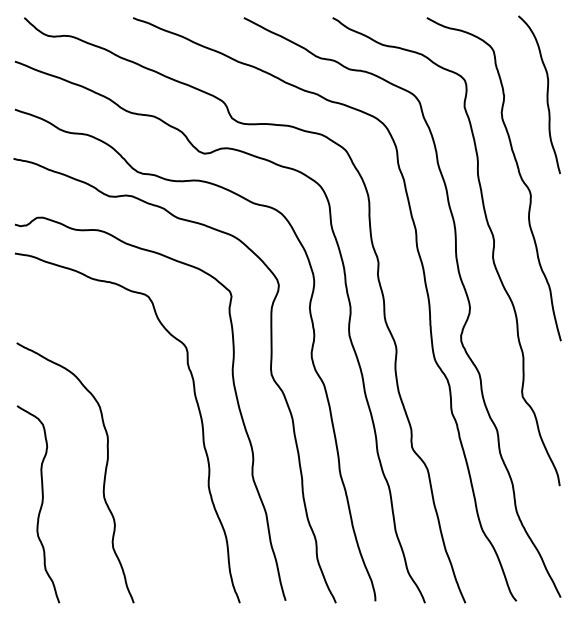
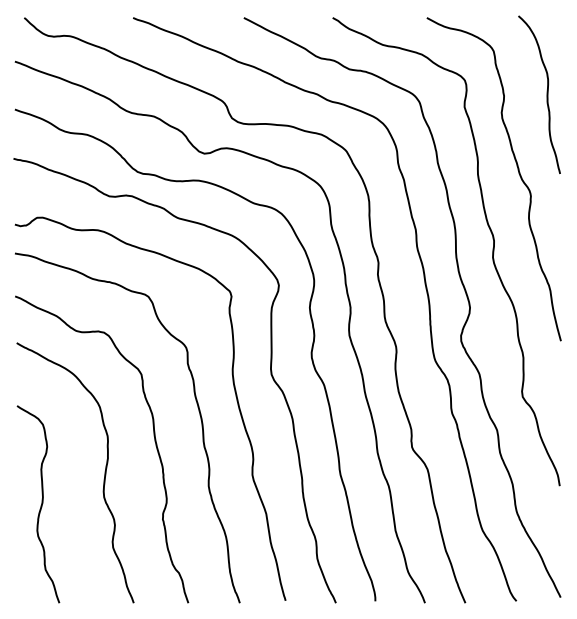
curve at (154, 441): none -> present
